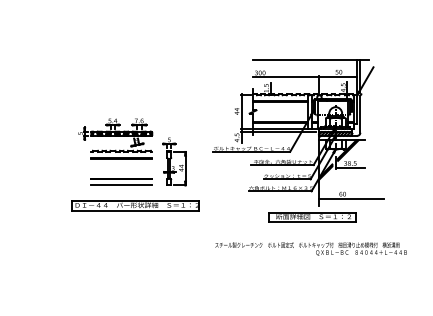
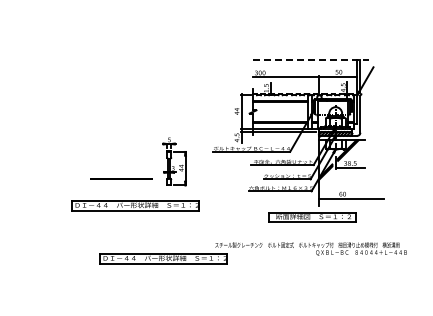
line at (311, 60): solid -> dashed
part at (115, 138): present -> none
line at (121, 185): present -> none
part at (163, 258): none -> present
